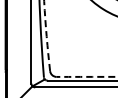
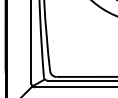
arc at (46, 36): dashed -> solid
arc at (87, 76): dashed -> solid
